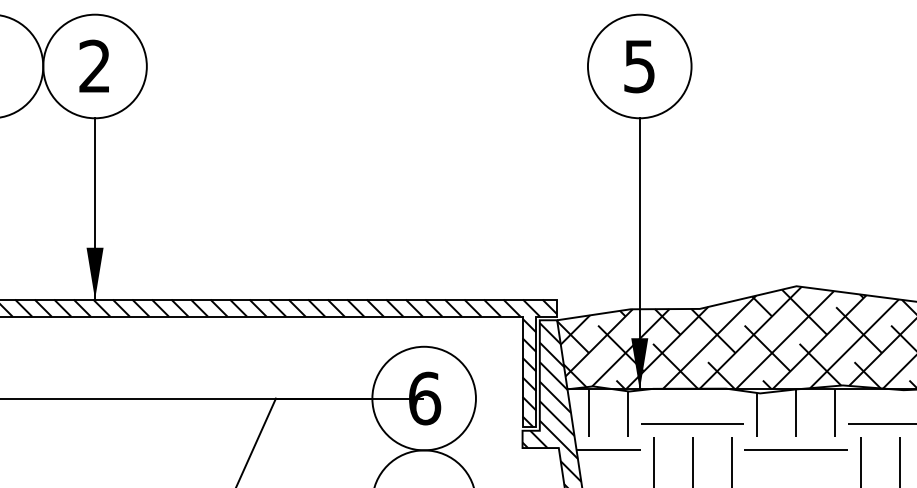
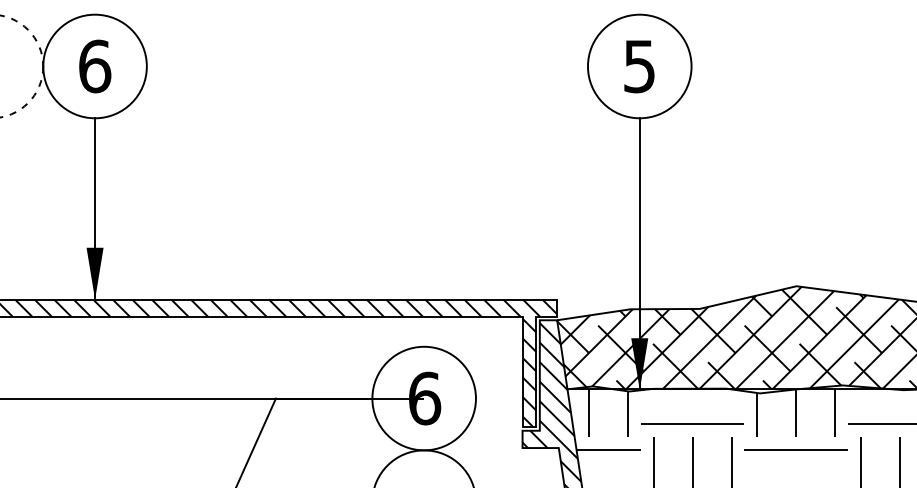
circle at (21, 66): solid -> dashed
text at (95, 66): 2 -> 6
